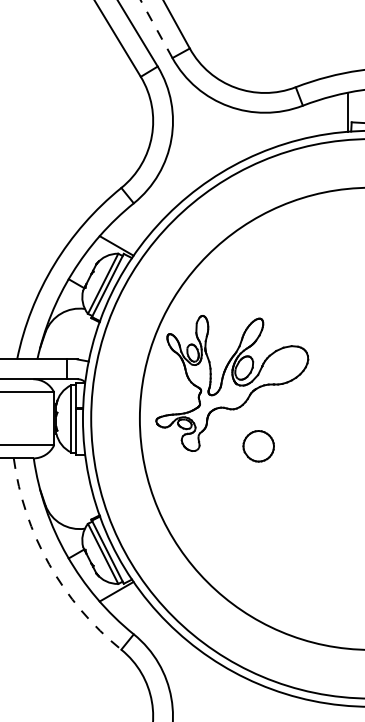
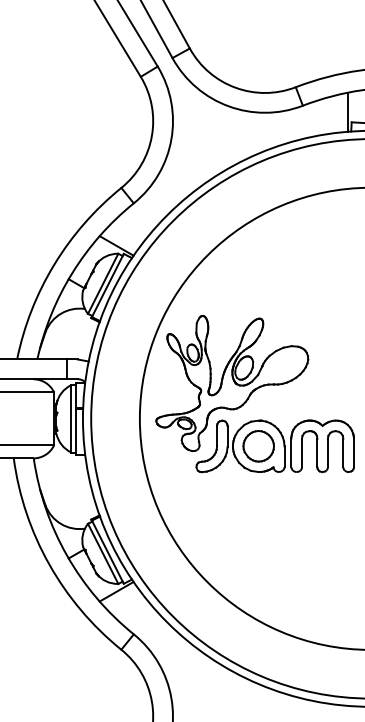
line at (156, 29): dashed -> solid
part at (274, 446): none -> present
arc at (49, 564): dashed -> solid
